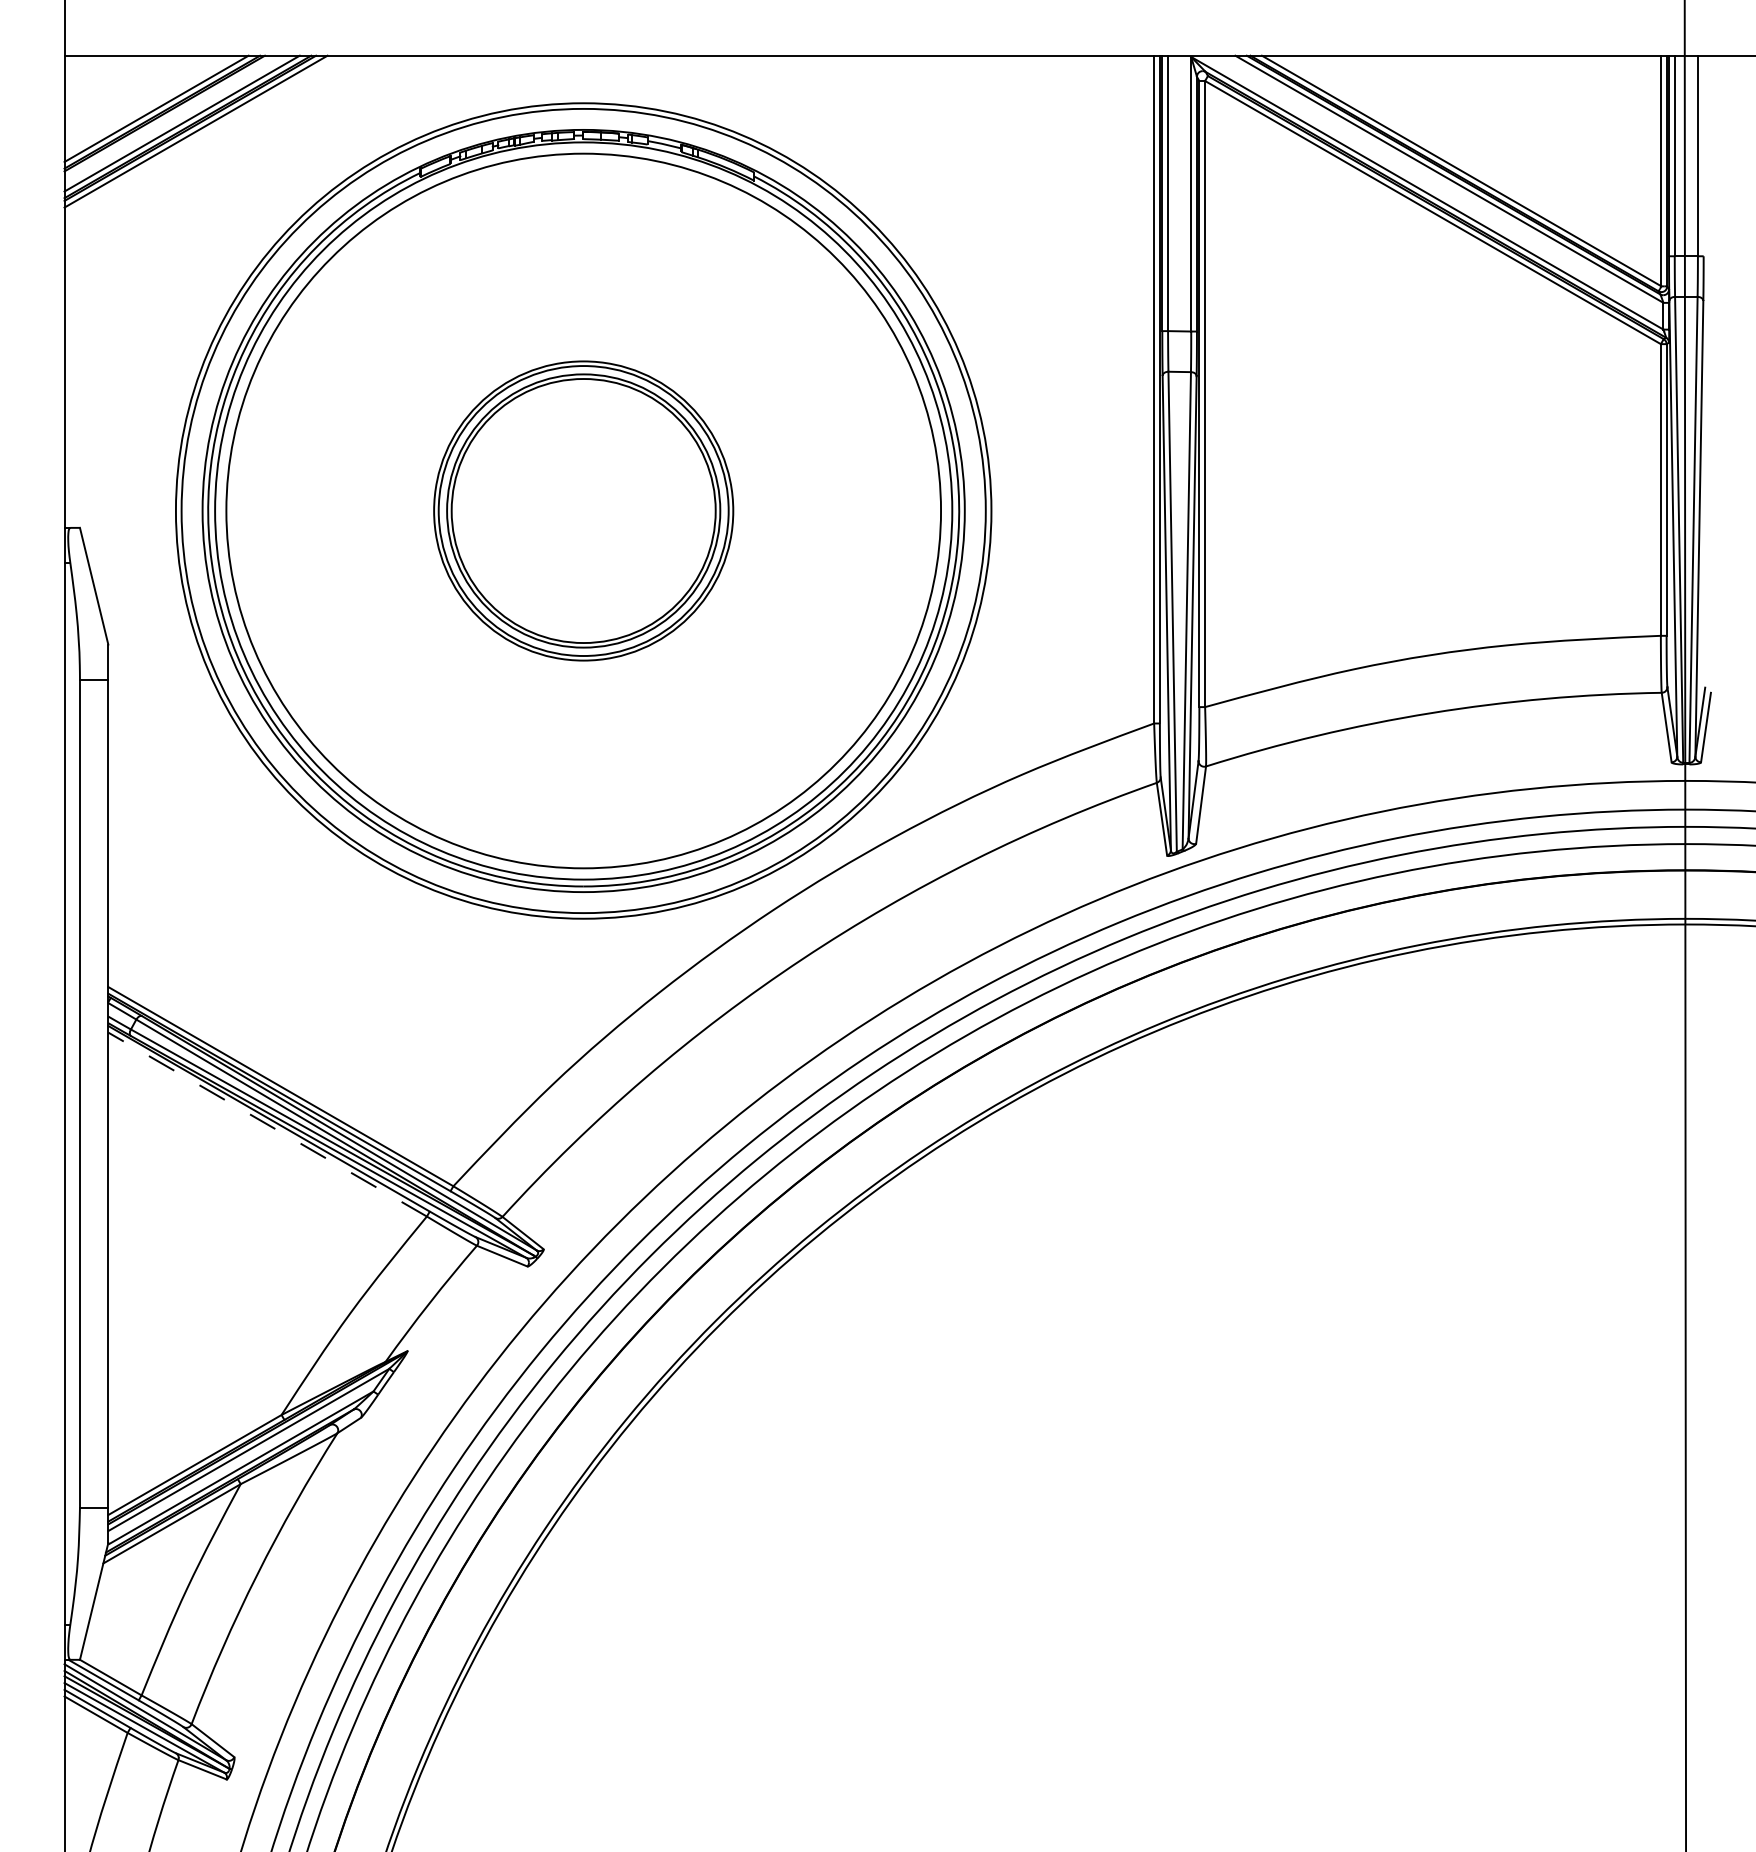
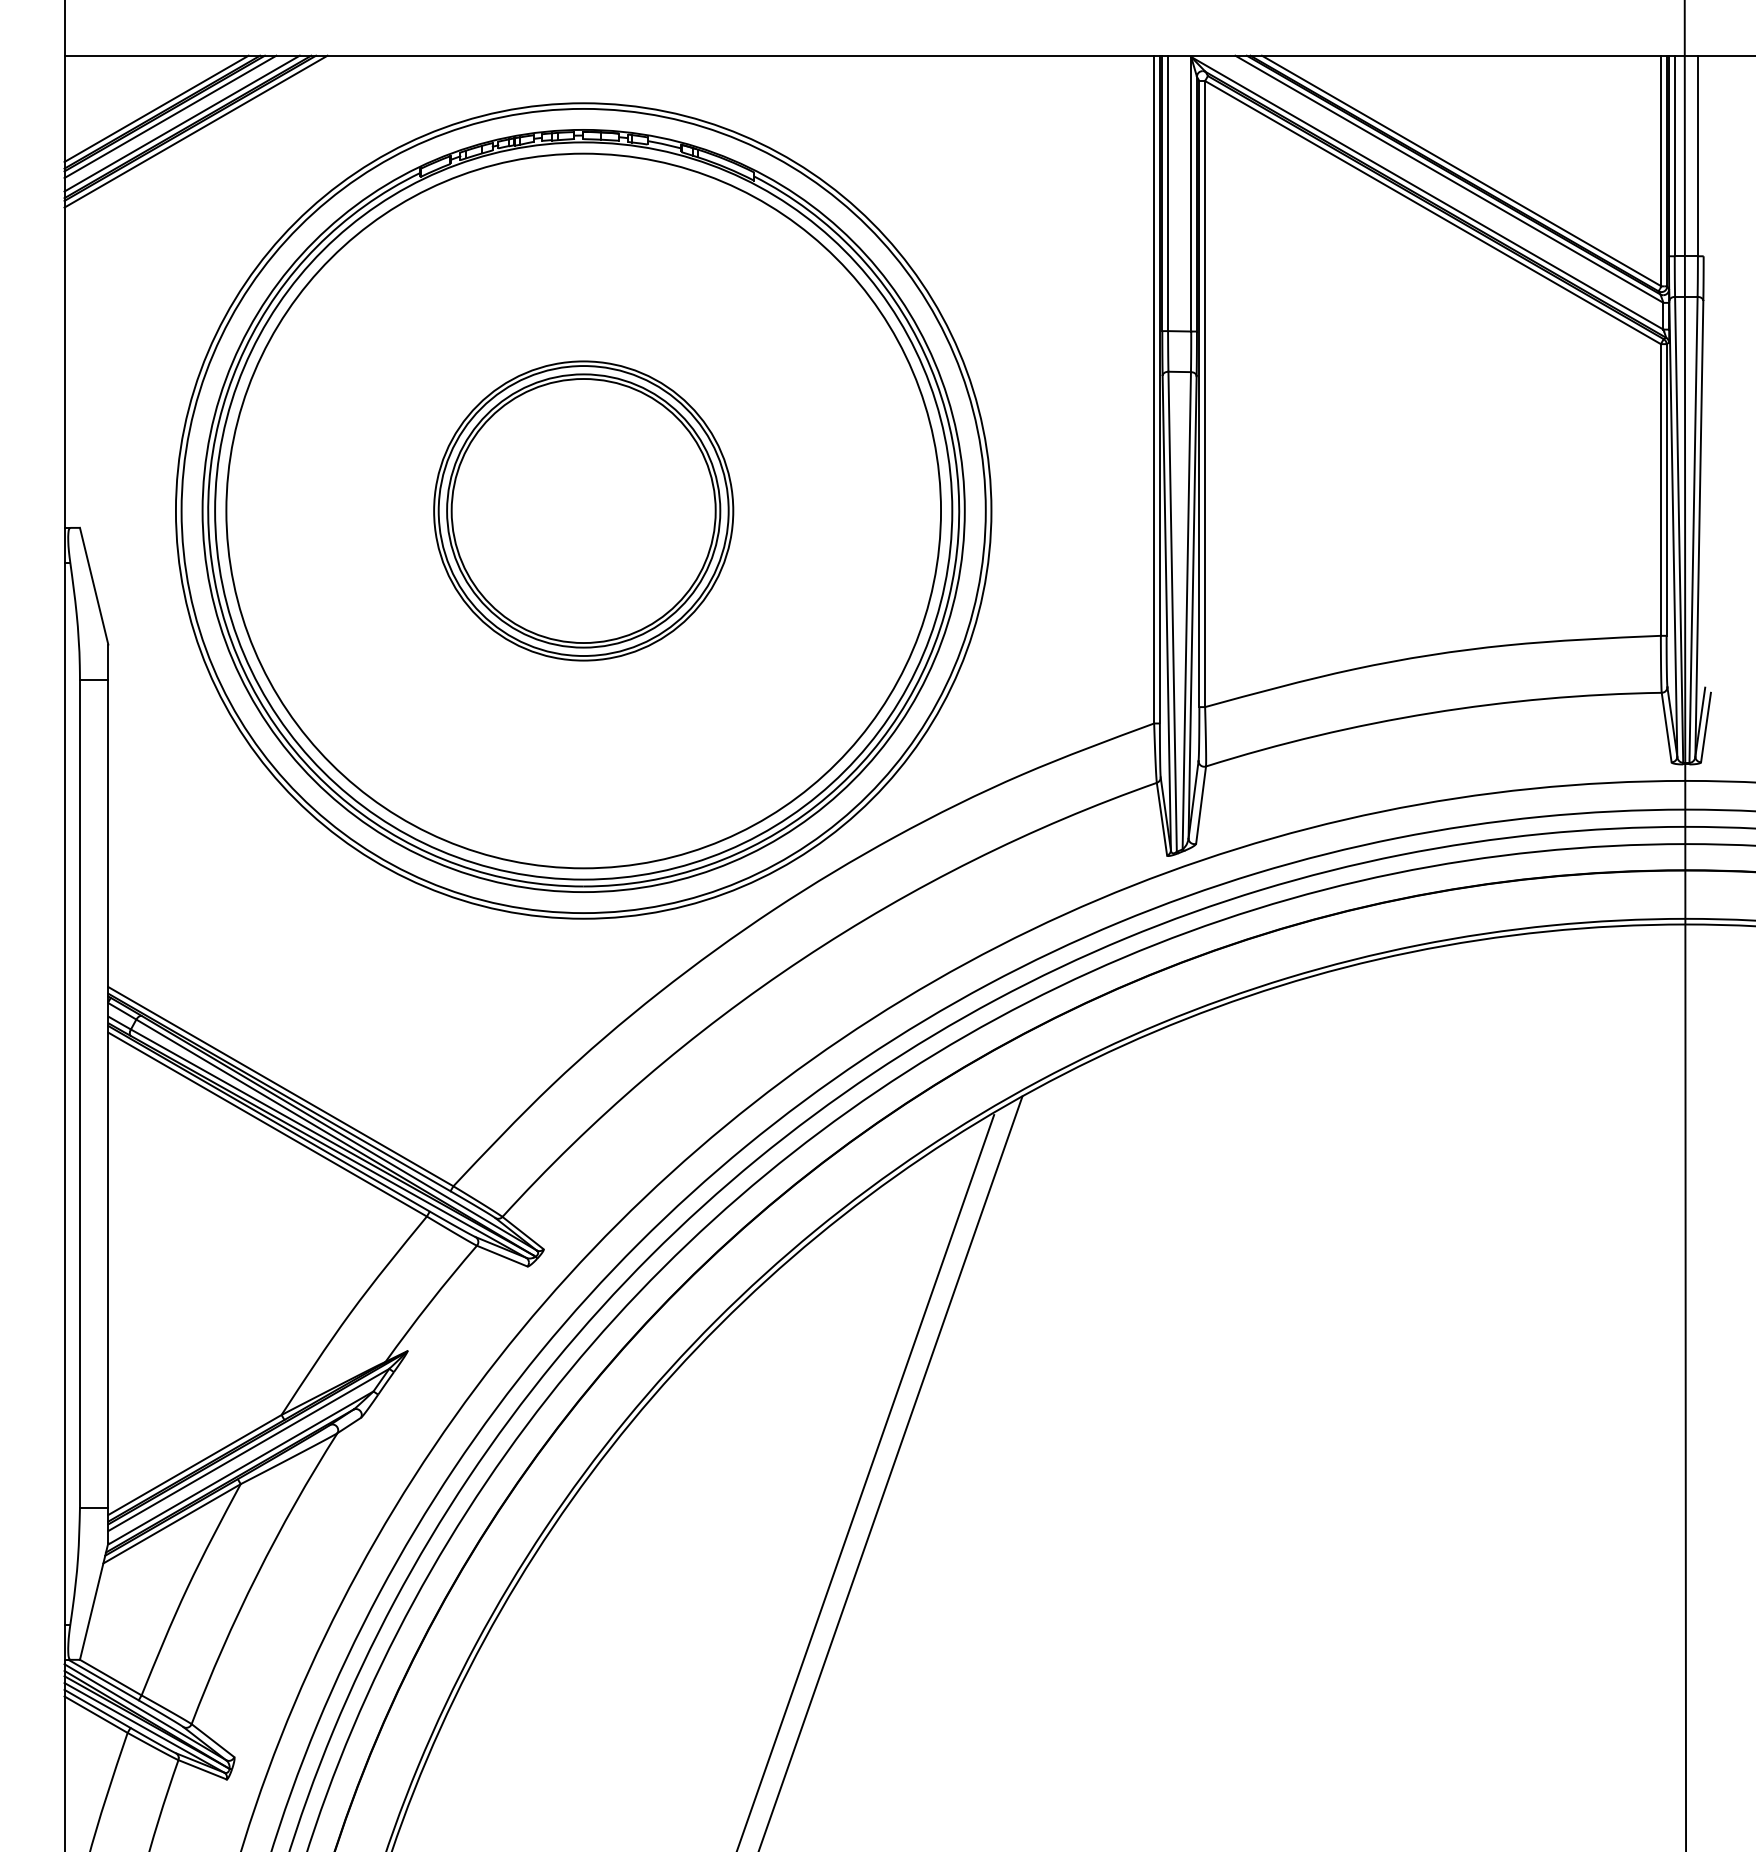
line at (170, 116): none -> present
line at (267, 1124): dashed -> solid
line at (890, 1472): none -> present
line at (865, 1481): none -> present
